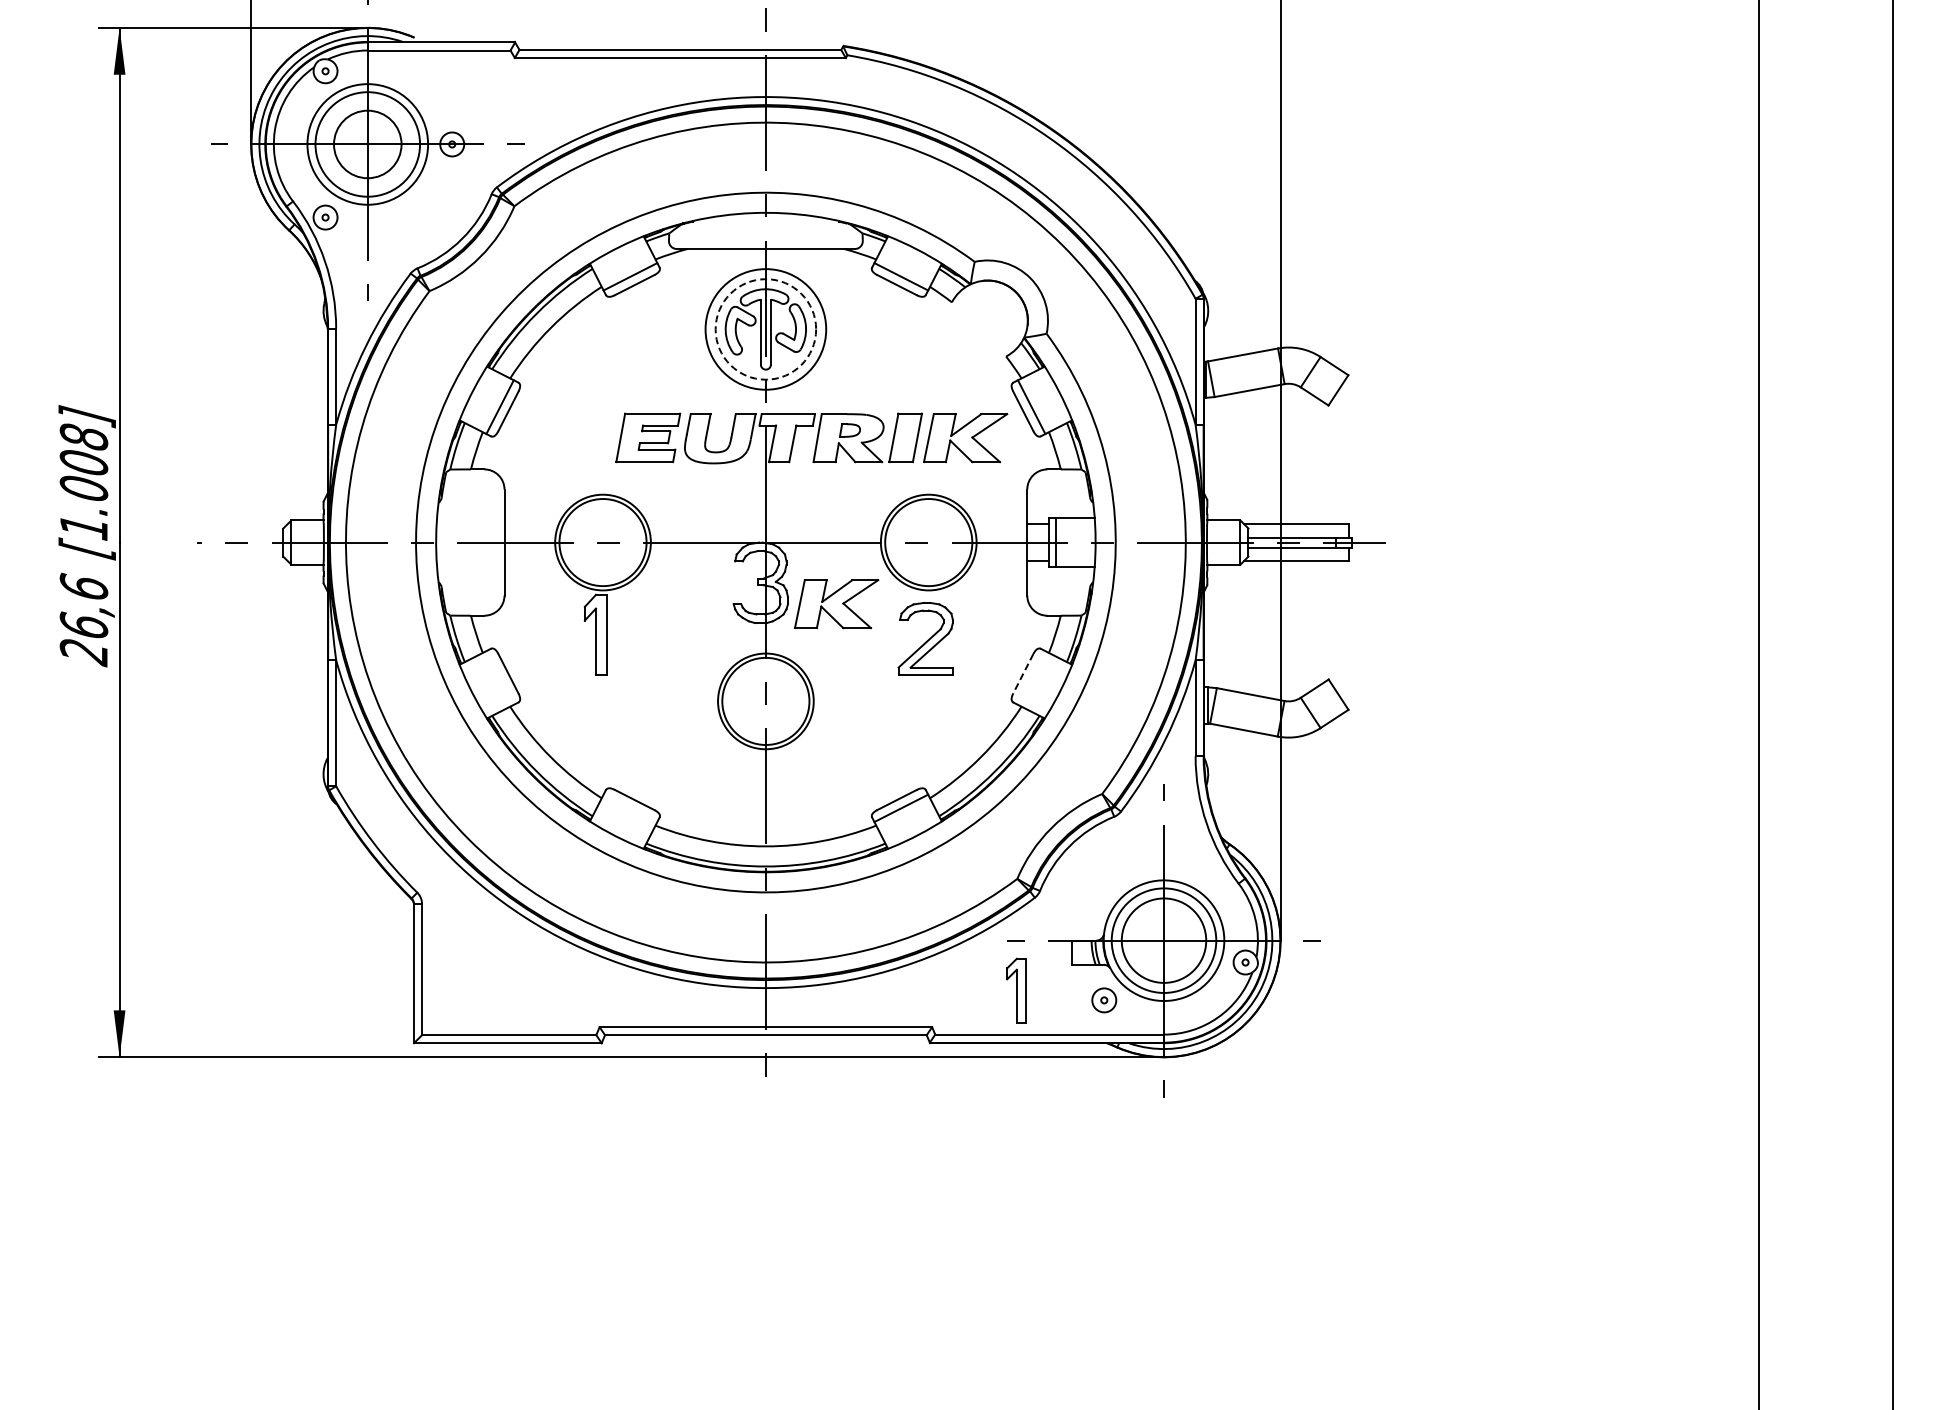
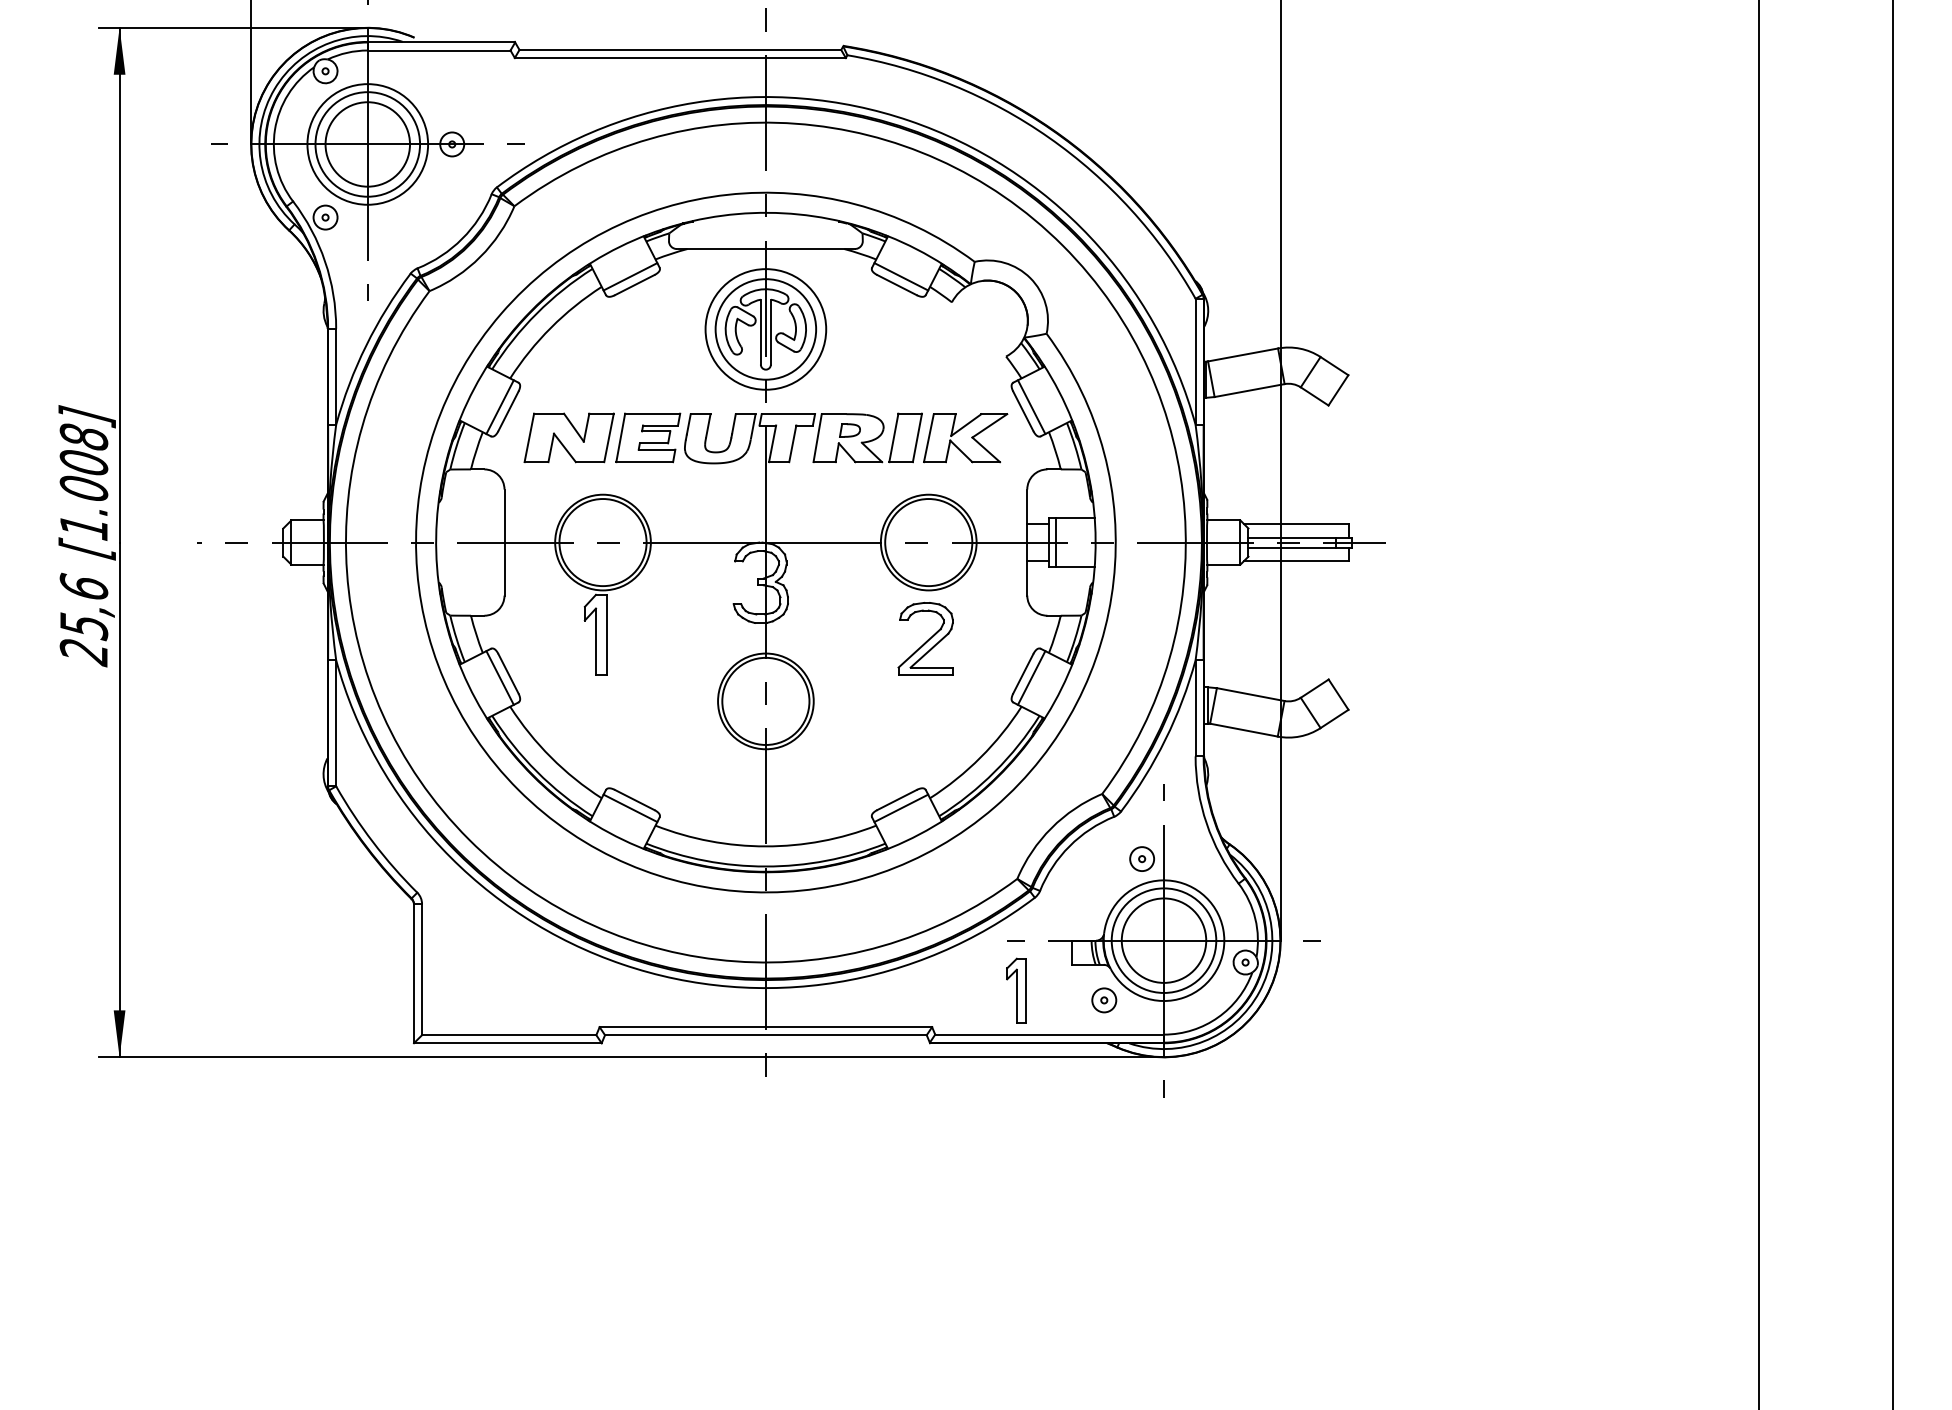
circle at (367, 144) diameter: 68 px -> 84 px
circle at (765, 329): dashed -> solid
part at (568, 437): none -> present
part at (836, 604): present -> none
text at (83, 626): 26,6 -> 25,6
line at (1023, 674): dashed -> solid
line at (499, 677): none -> present
line at (1031, 677): none -> present
line at (630, 808): none -> present
part at (1141, 858): none -> present
